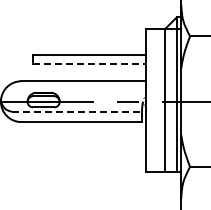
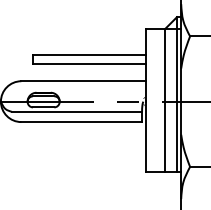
line at (89, 64): dashed -> solid
line at (77, 111): dashed -> solid
